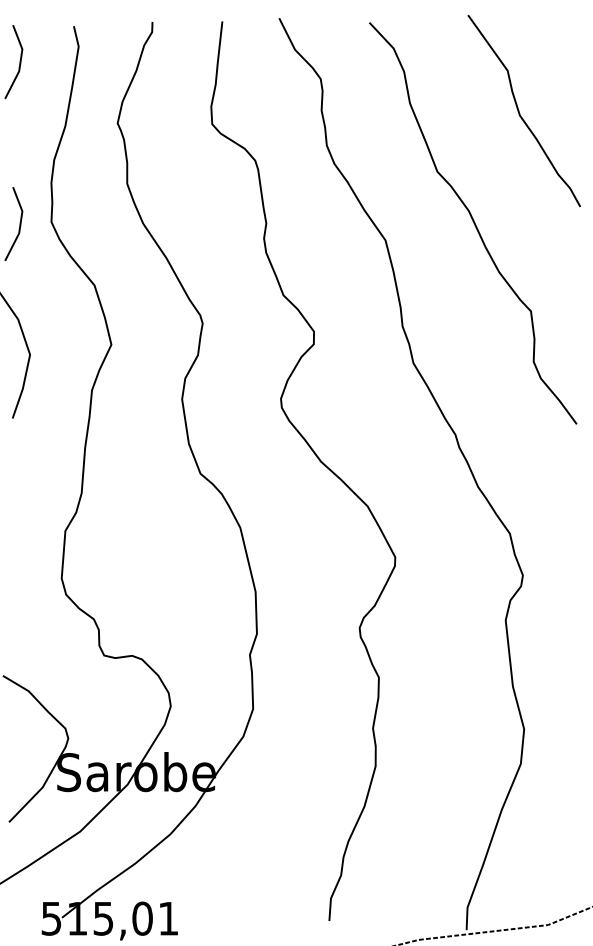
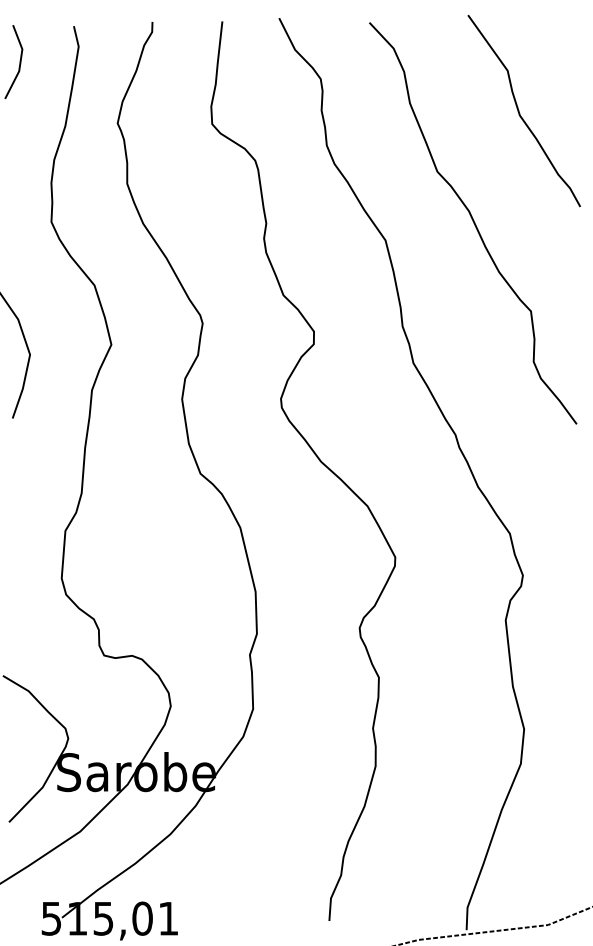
line at (19, 224): present -> none
